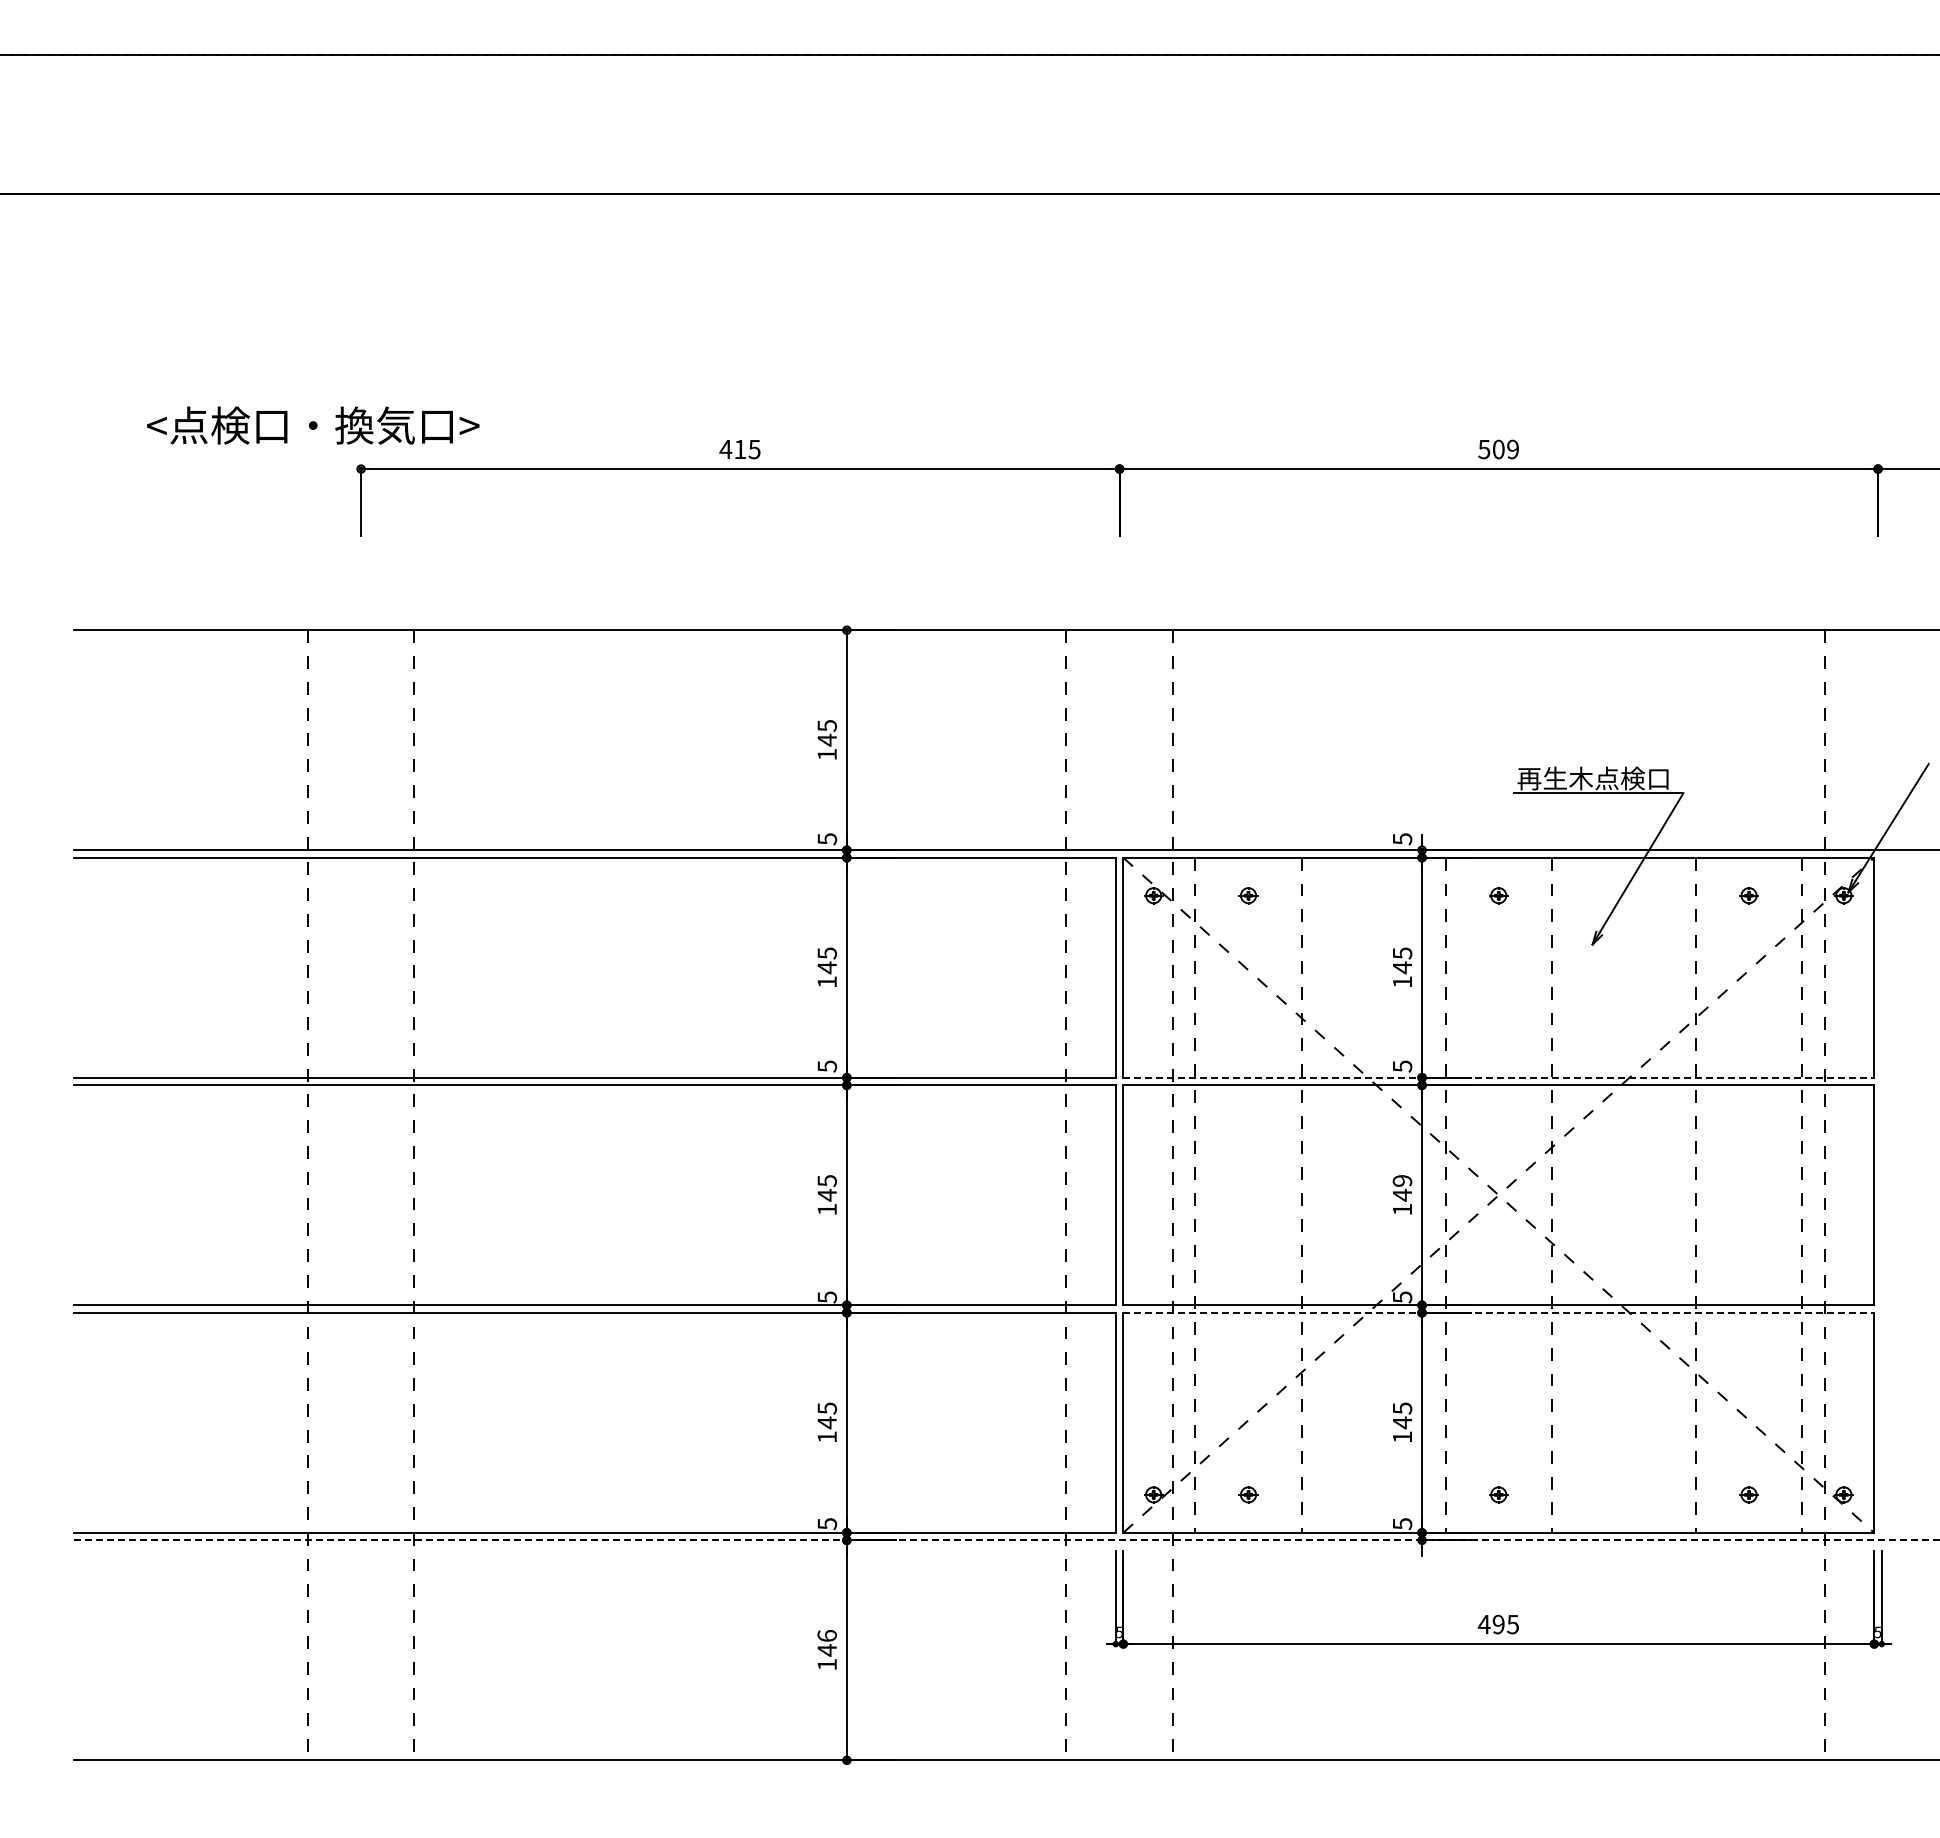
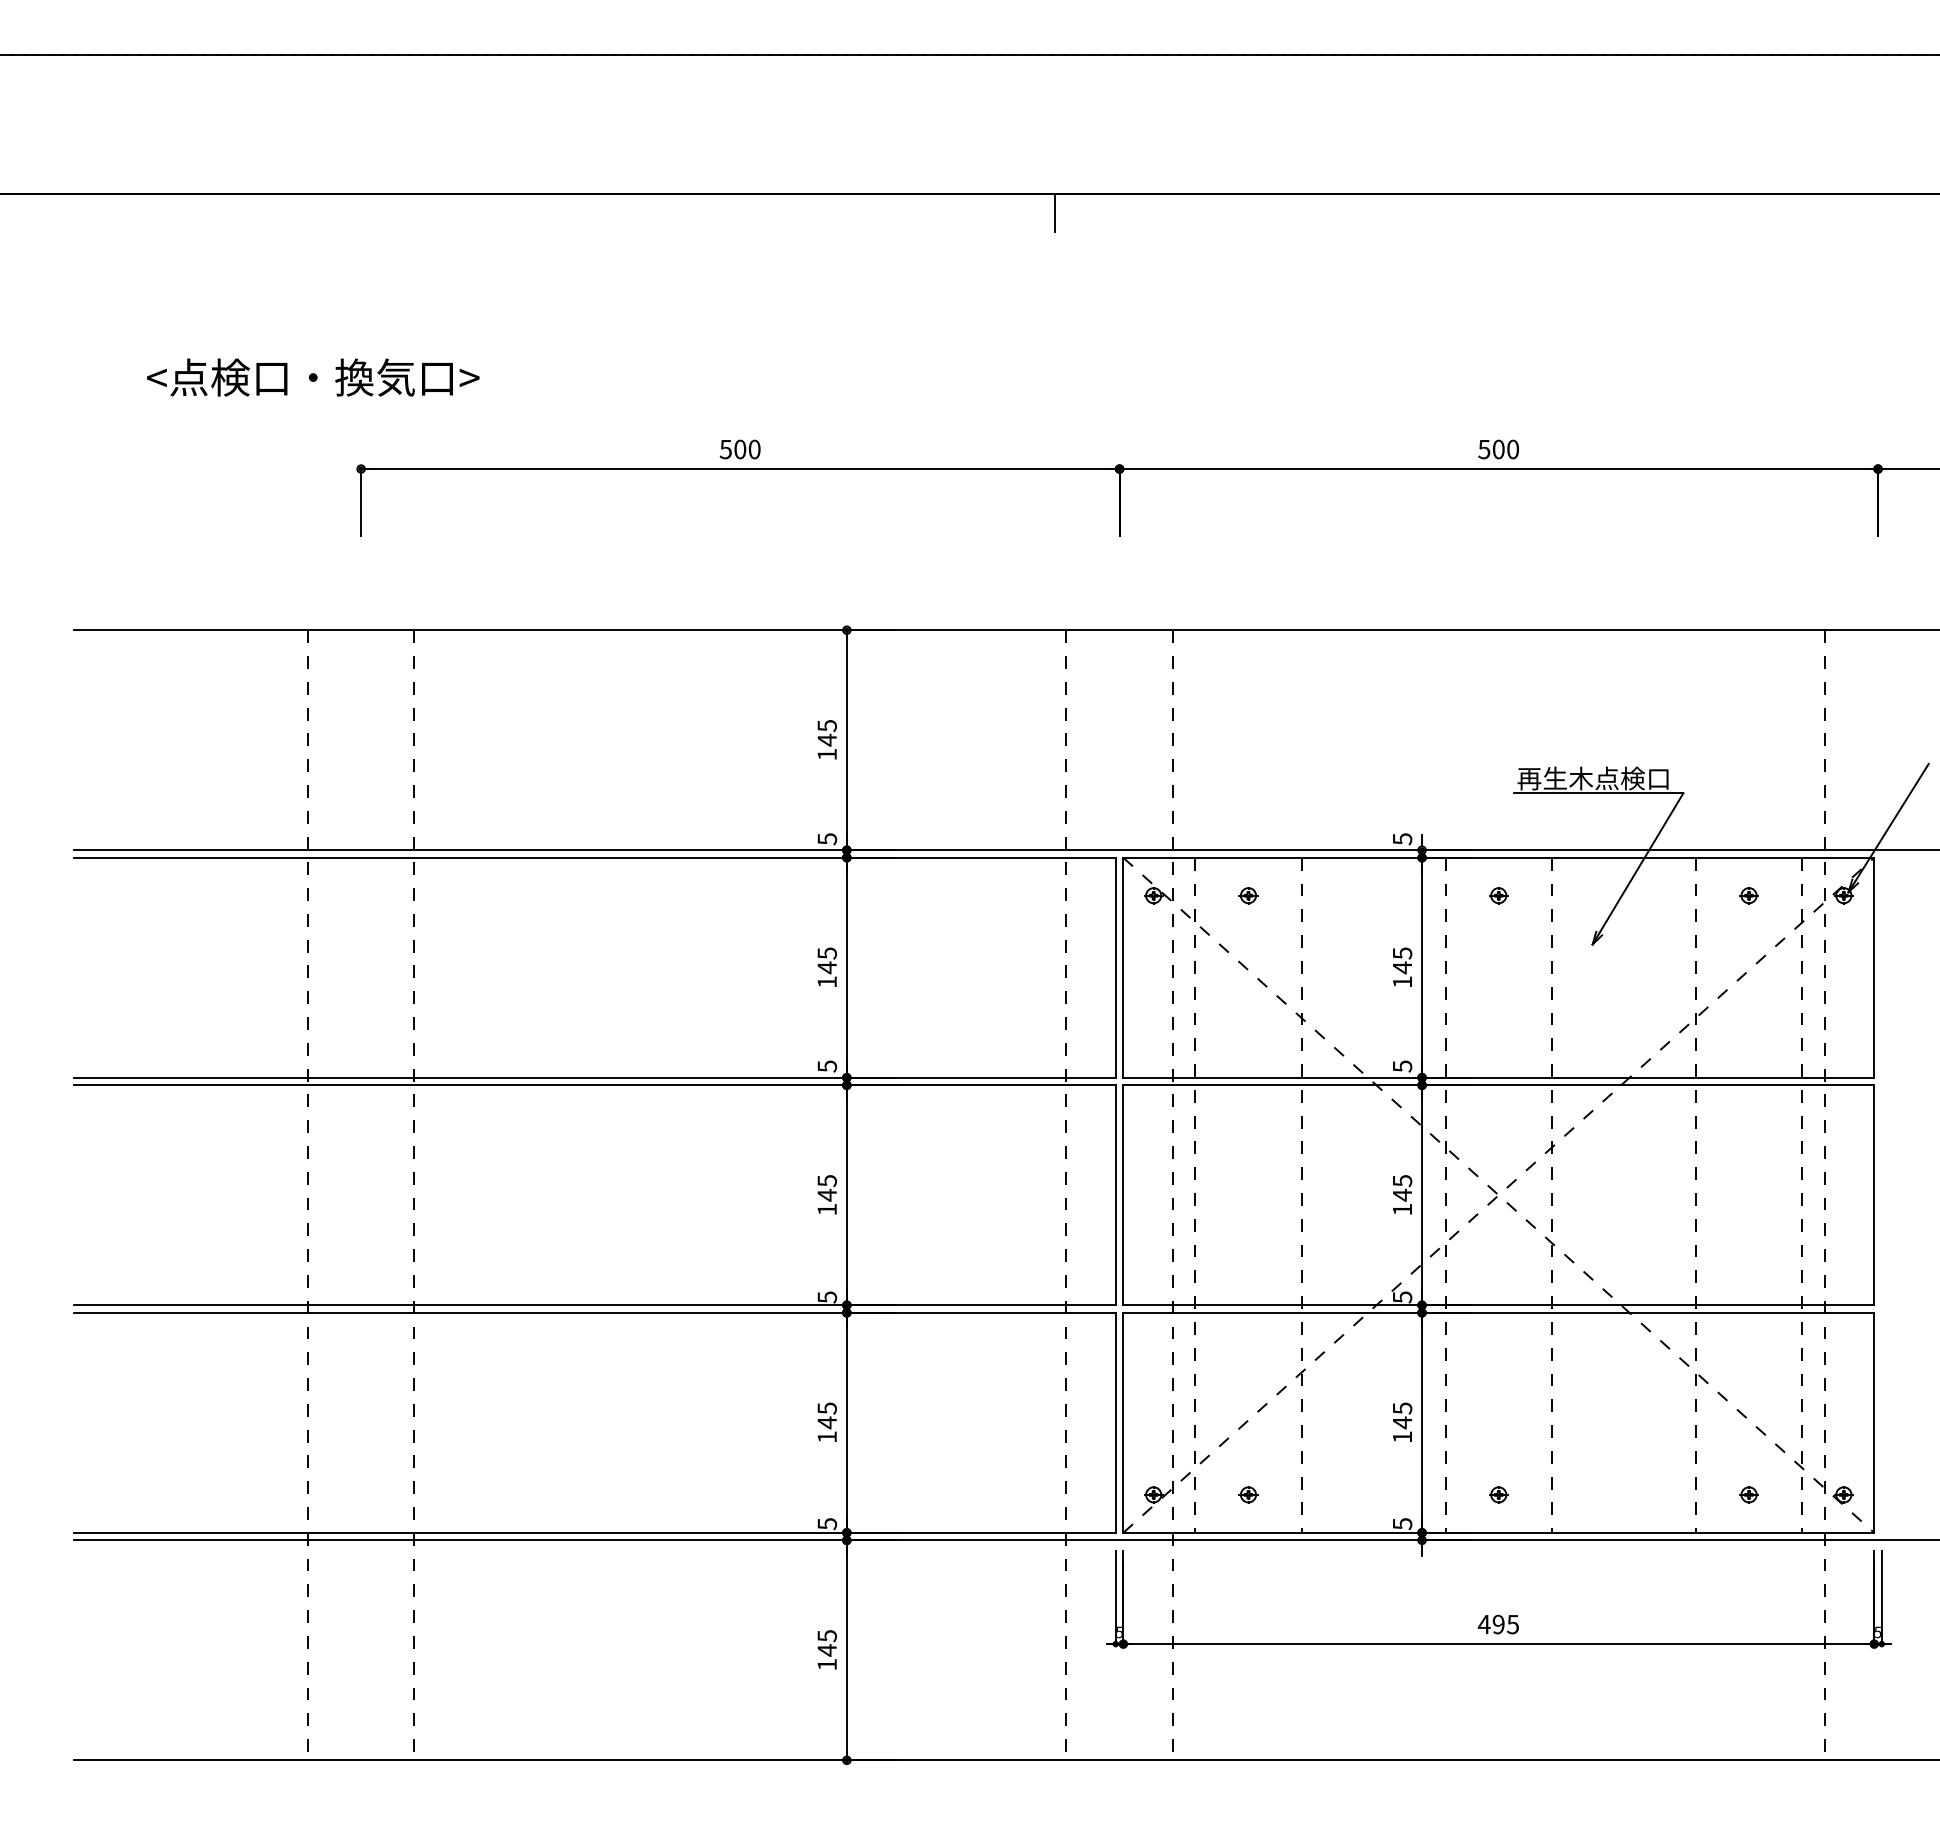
line at (1054, 213): none -> present
text at (313, 425) position: (313, 425) -> (313, 377)
text at (739, 449): 415 -> 500
text at (1512, 449): 509 -> 500
line at (1499, 1077): dashed -> solid
text at (1402, 1181): 149 -> 145
line at (1499, 1312): dashed -> solid
line at (1007, 1540): dashed -> solid
text at (826, 1636): 146 -> 145
